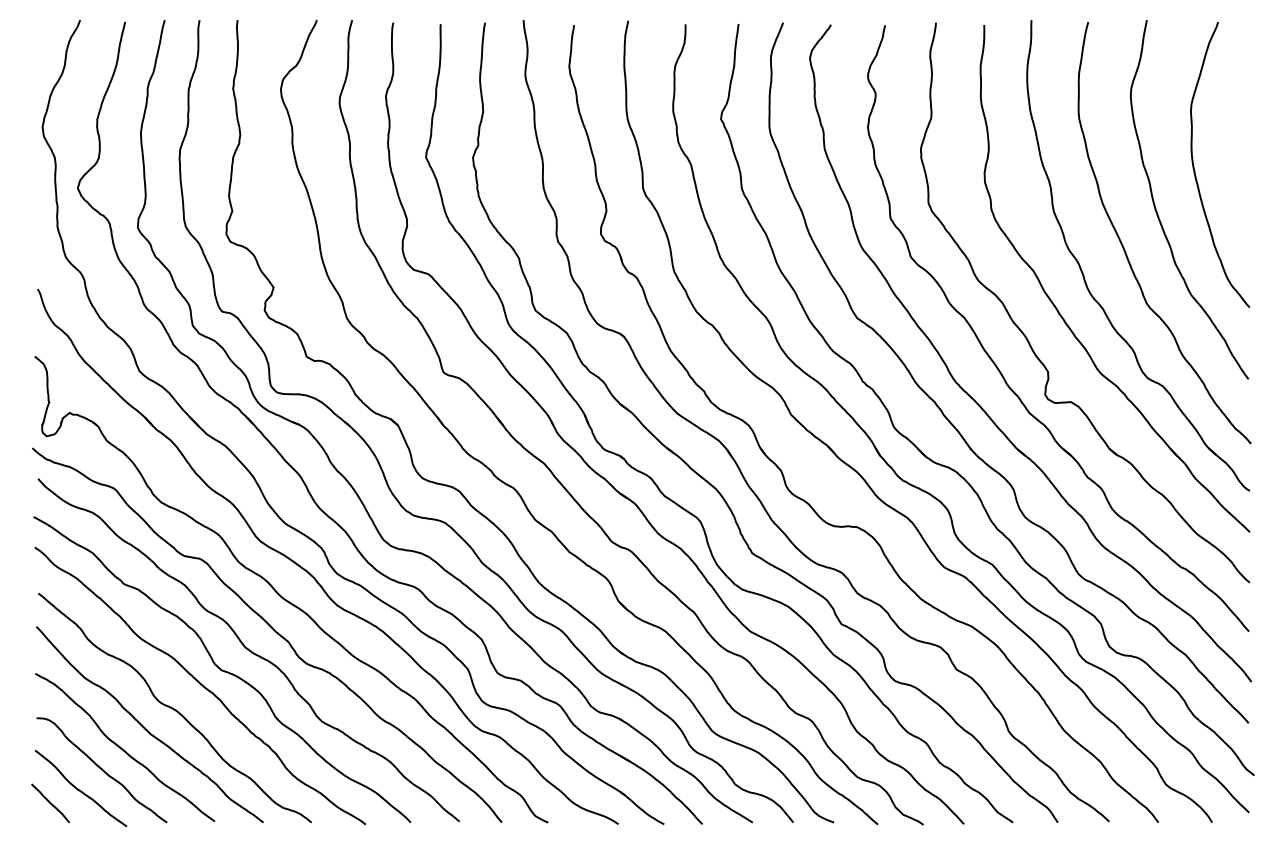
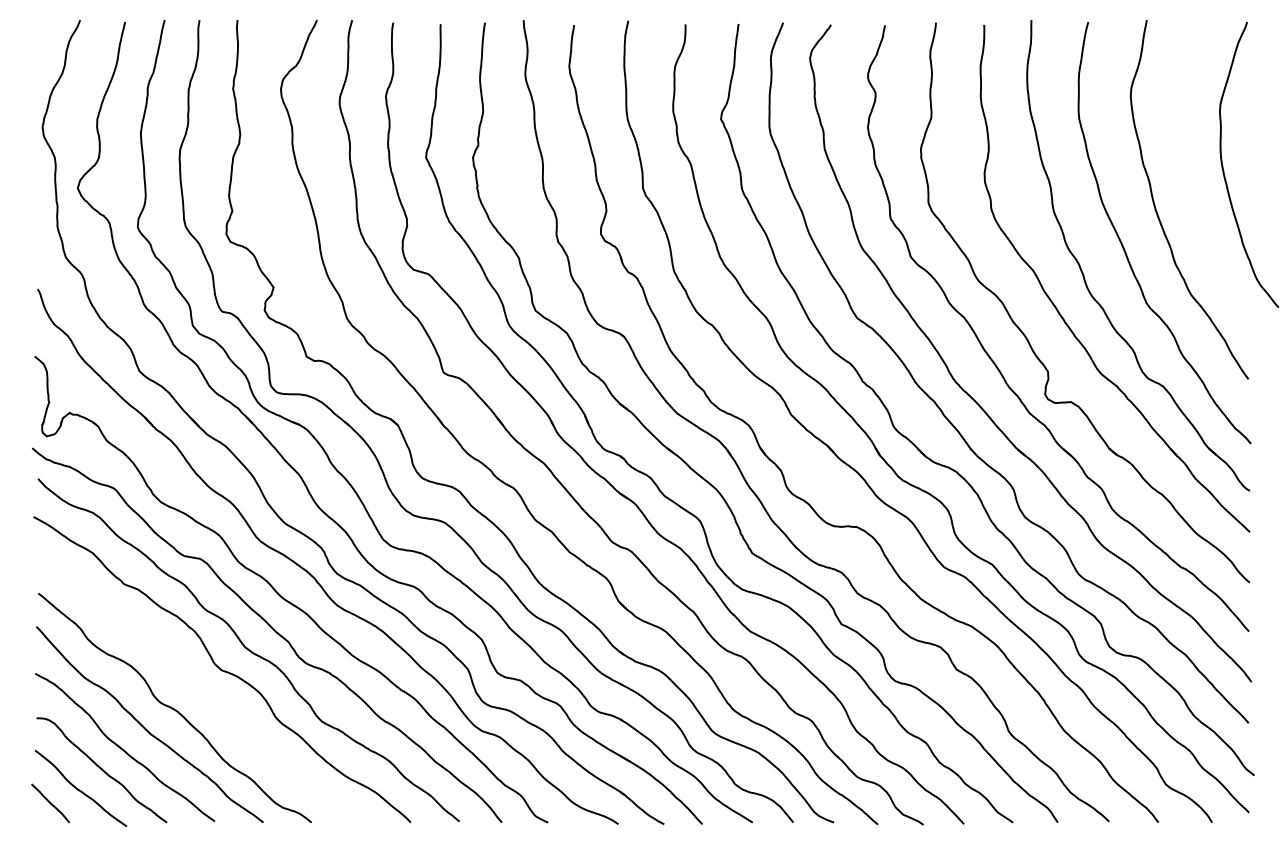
curve at (1195, 170) position: (1195, 170) -> (1224, 170)
curve at (200, 685): present -> none
